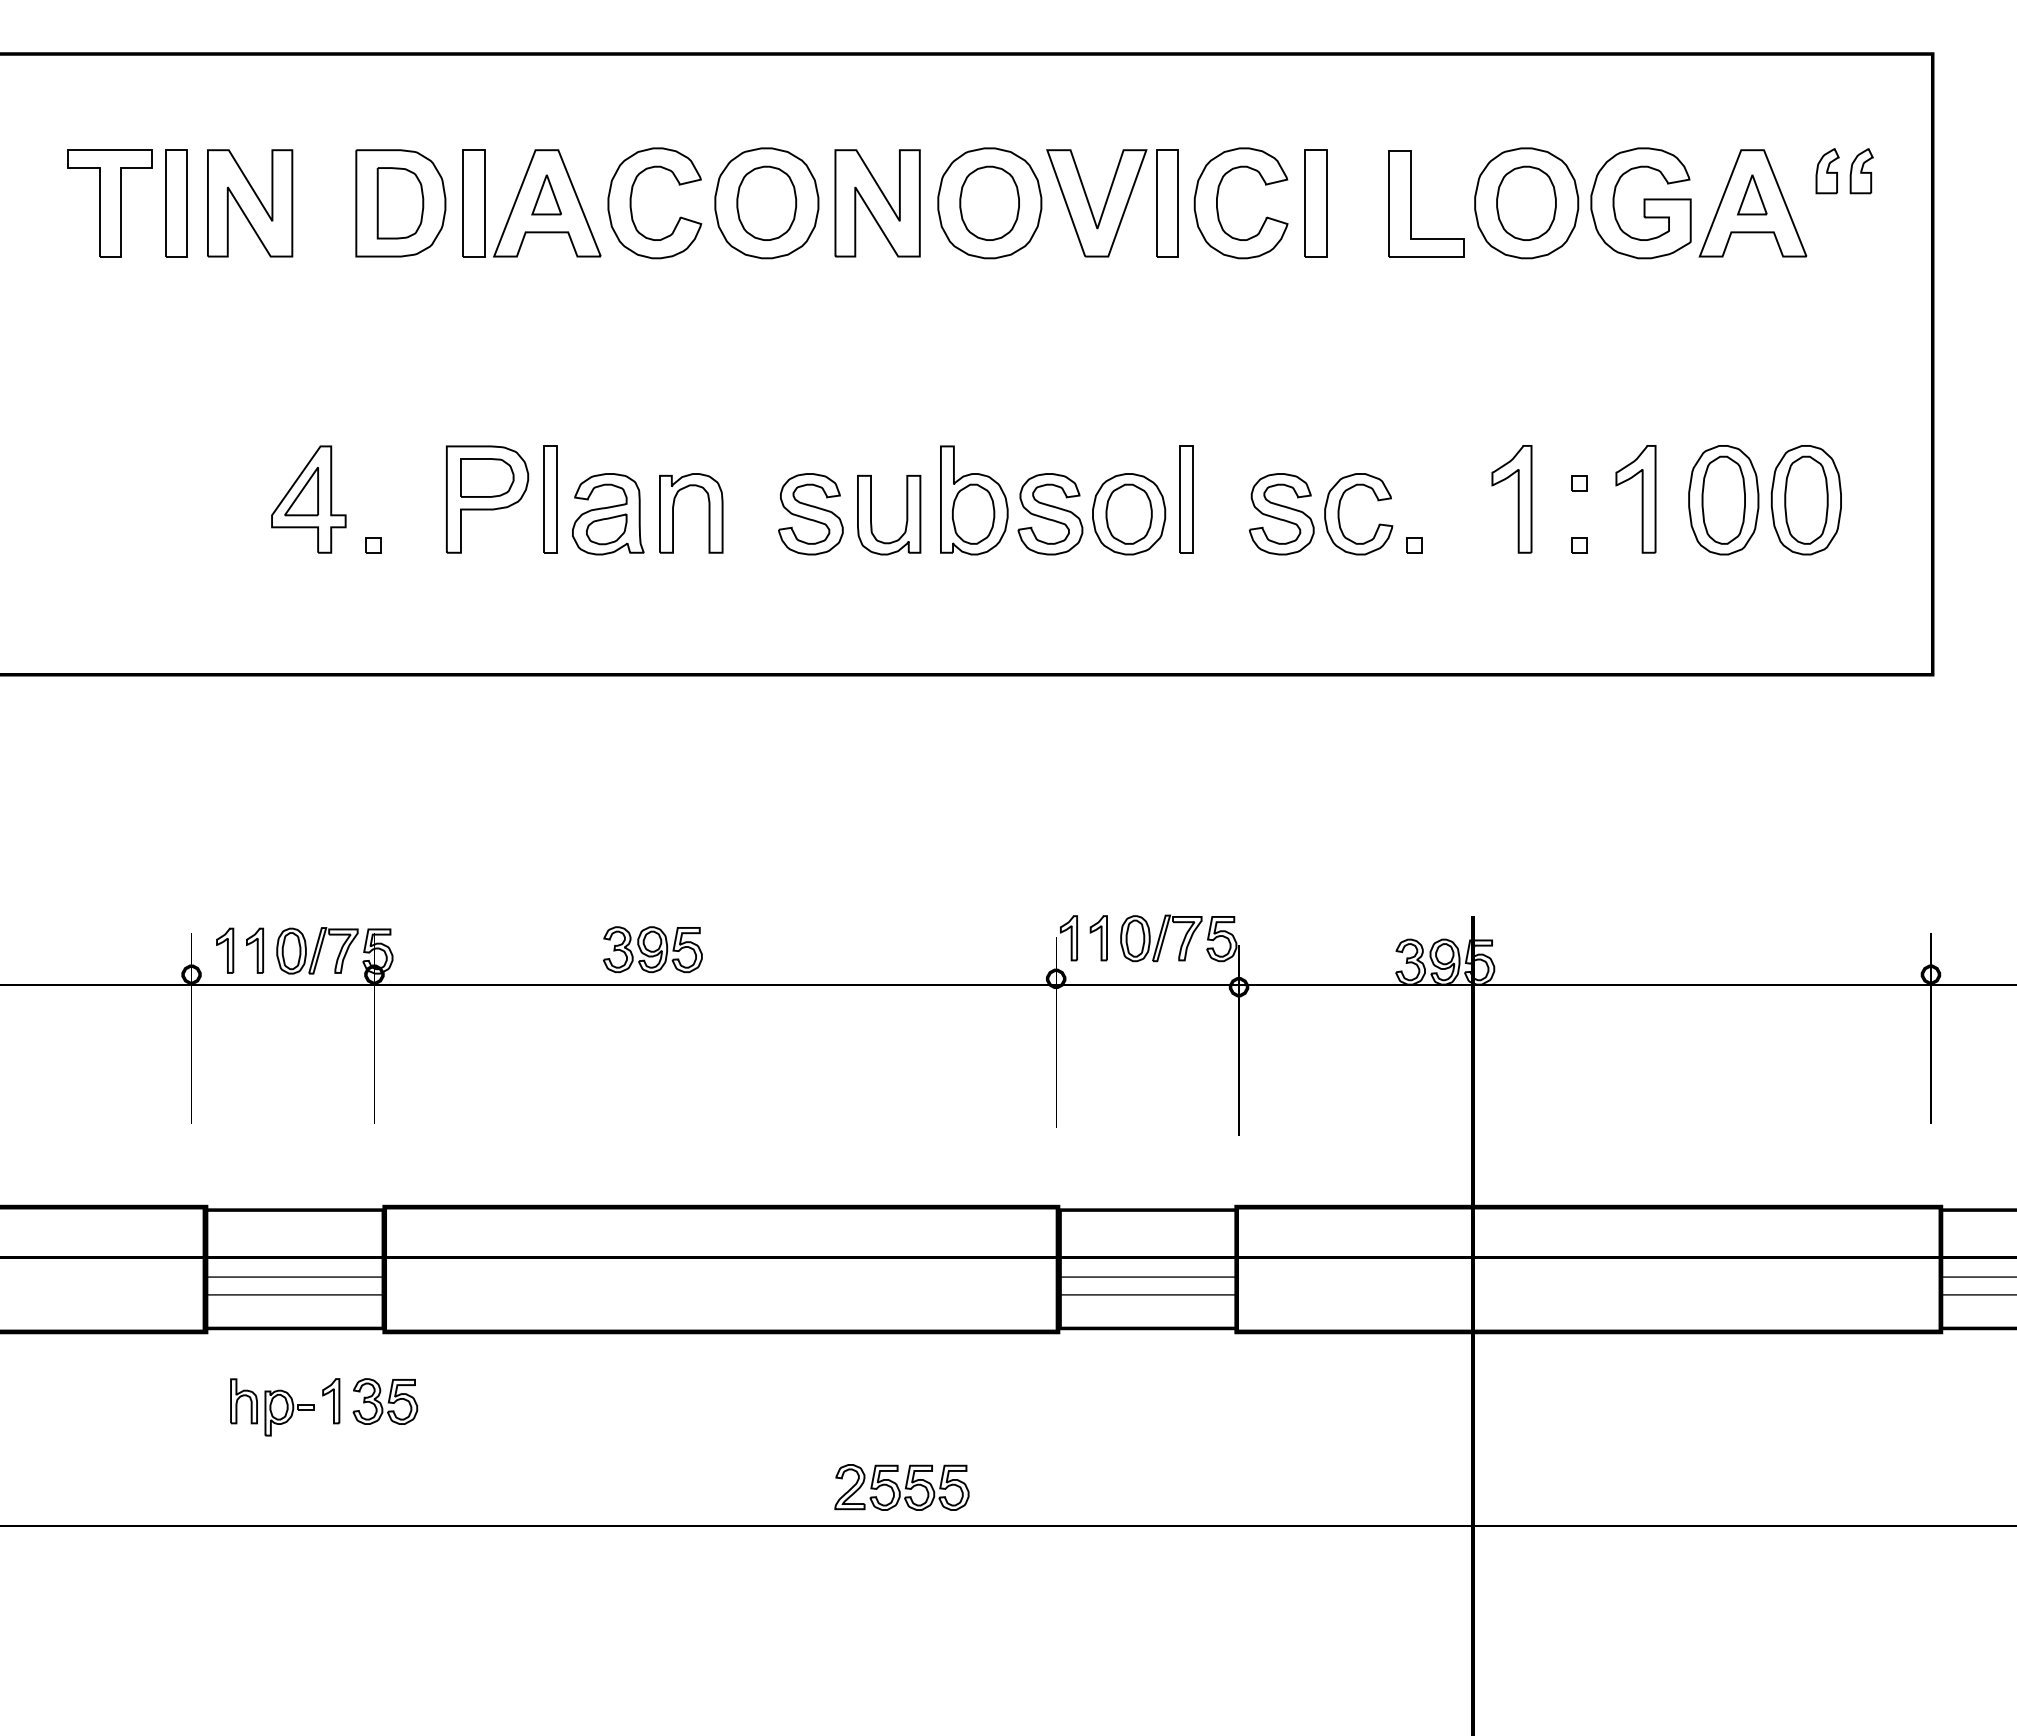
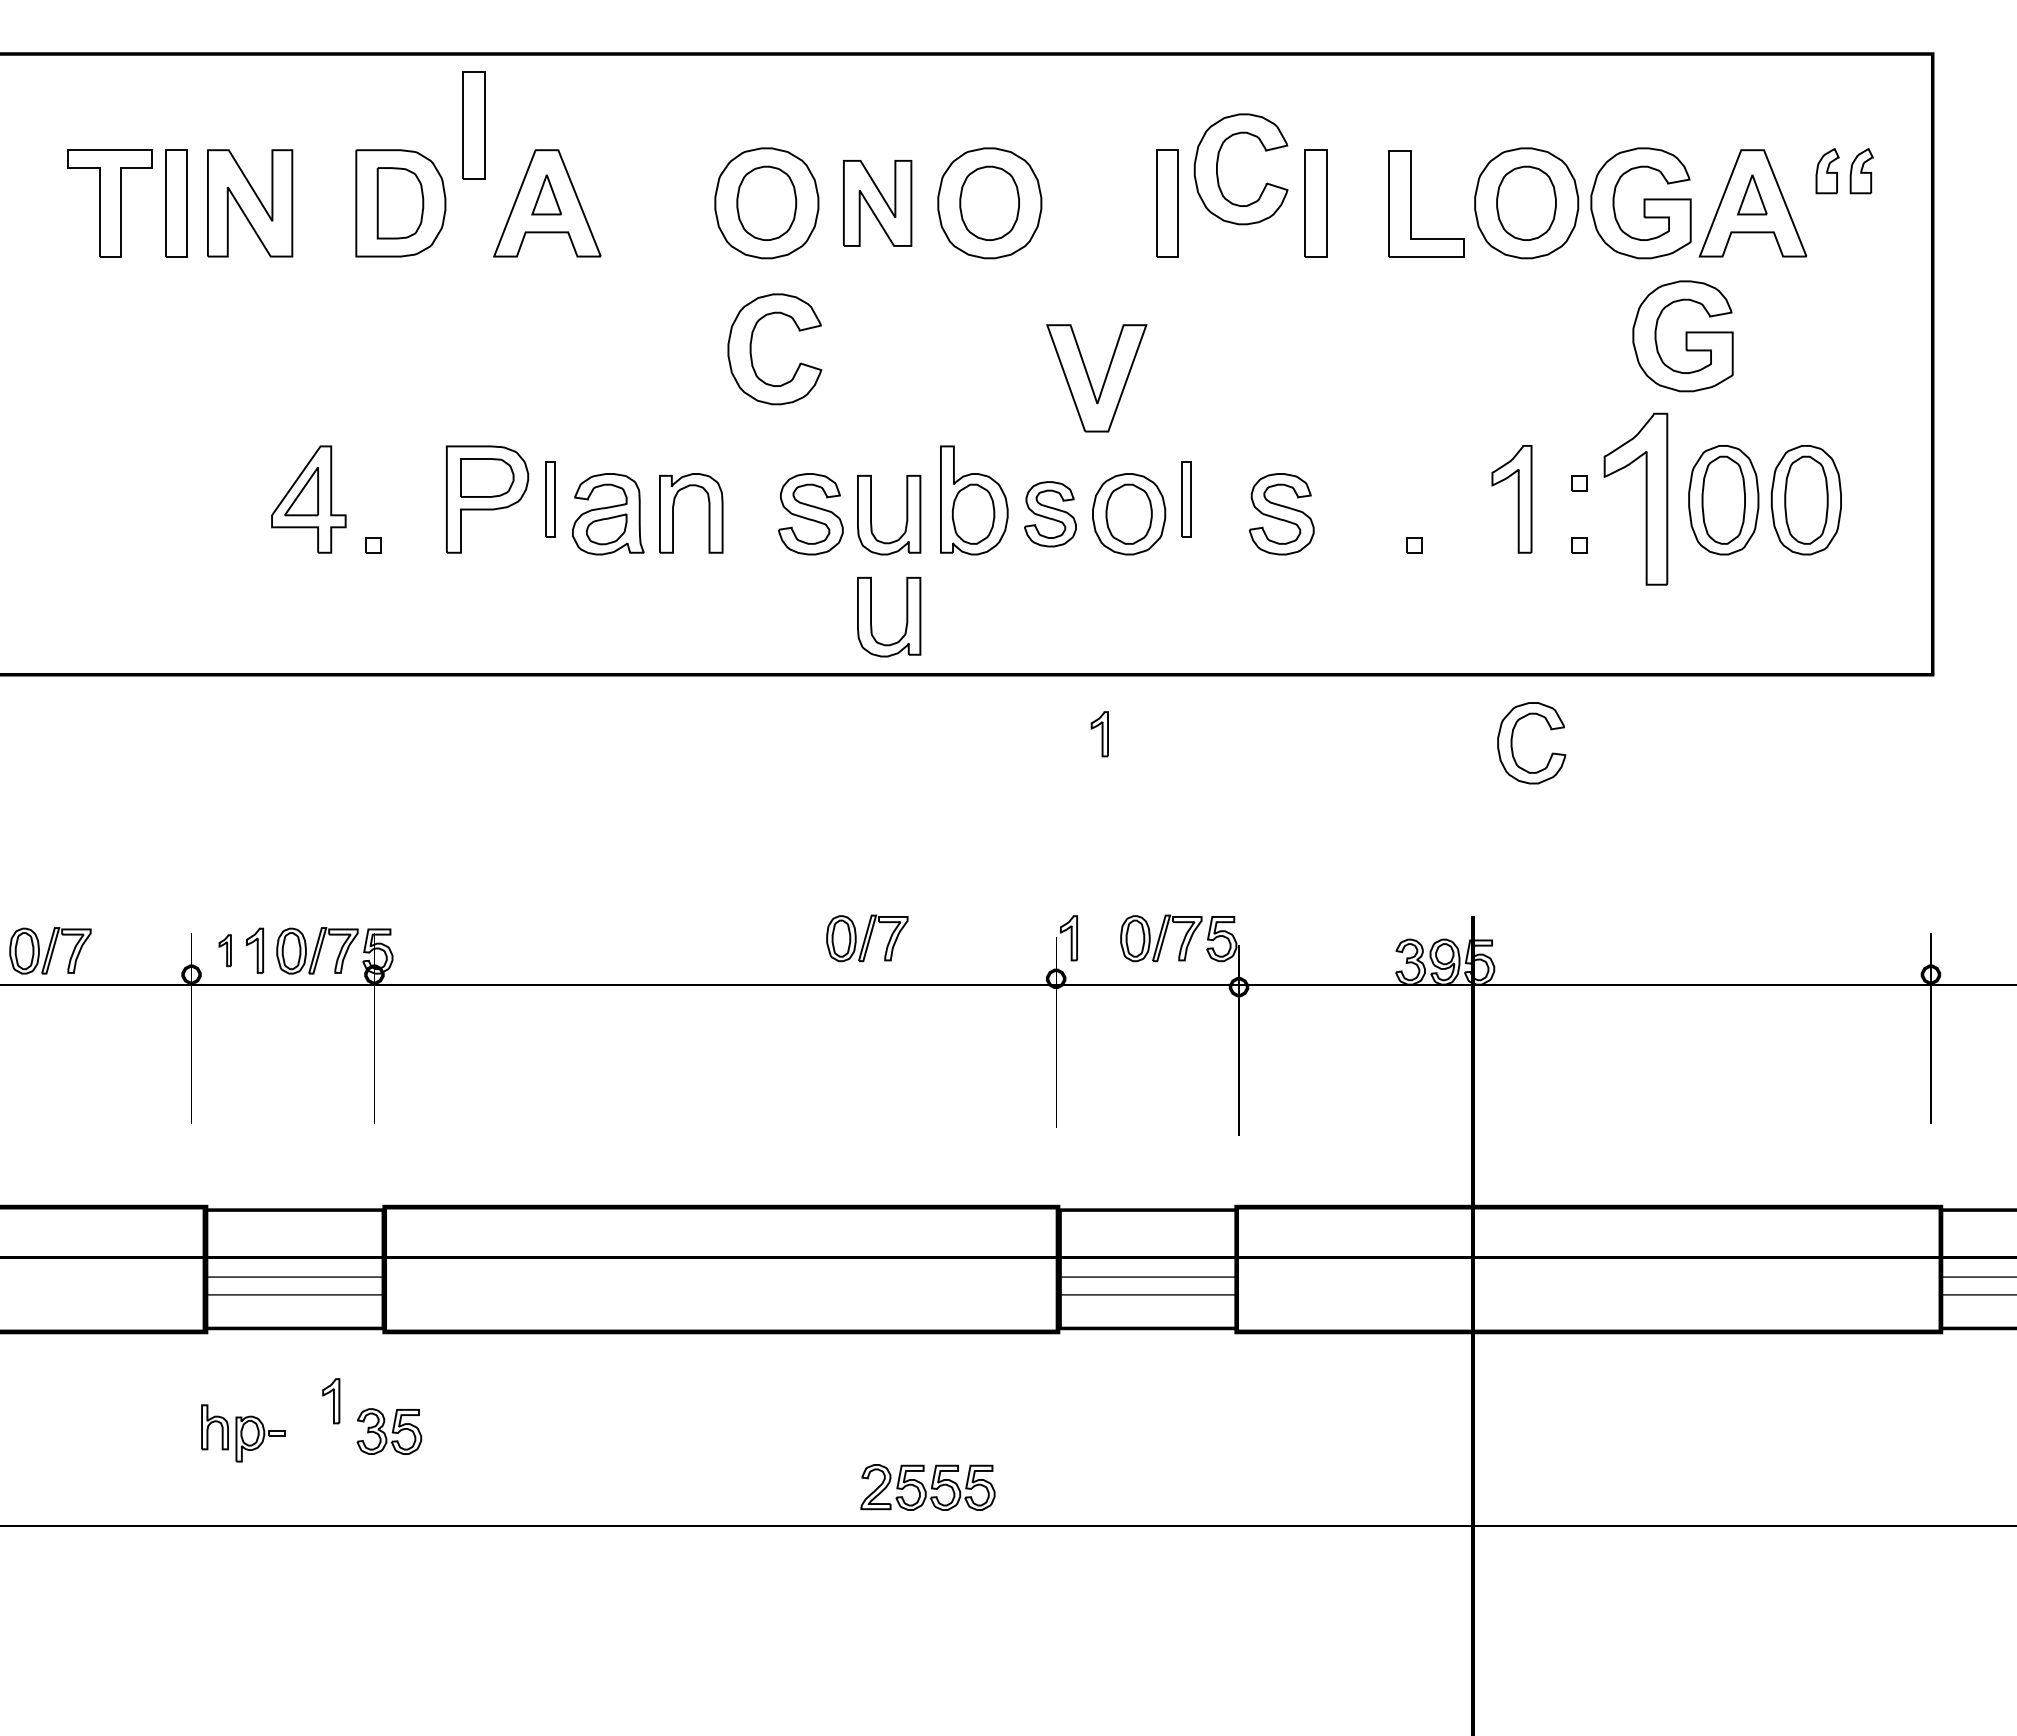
part at (473, 203) position: (473, 203) -> (473, 125)
part at (631, 203) position: (631, 203) -> (751, 349)
part at (877, 203) size: 87x109 px -> 70x87 px
part at (1090, 204) position: (1090, 204) -> (1090, 379)
part at (1218, 209) position: (1218, 209) -> (1218, 175)
part at (1682, 336): none -> present
part at (550, 499) size: 15x109 px -> 11x77 px
part at (1186, 499) size: 15x109 px -> 11x77 px
part at (1635, 499) size: 42x109 px -> 66x174 px
part at (1050, 514) size: 67x83 px -> 53x67 px
part at (1339, 514) position: (1339, 514) -> (1512, 743)
part at (906, 617): none -> present
part at (867, 938): none -> present
part at (1098, 938) position: (1098, 938) -> (1099, 734)
part at (652, 949): present -> none
part at (50, 950): none -> present
part at (225, 950) size: 19x47 px -> 14x34 px
part at (385, 1401) position: (385, 1401) -> (389, 1431)
part at (272, 1407) position: (272, 1407) -> (243, 1433)
part at (901, 1487) position: (901, 1487) -> (927, 1487)
